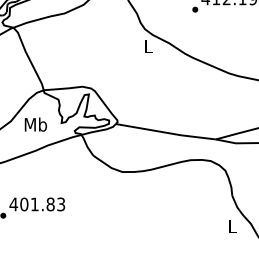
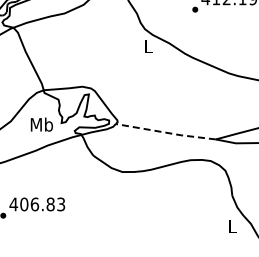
text at (35, 124) position: (35, 124) -> (41, 124)
line at (166, 132): solid -> dashed
text at (34, 204): 401.83 -> 406.83
